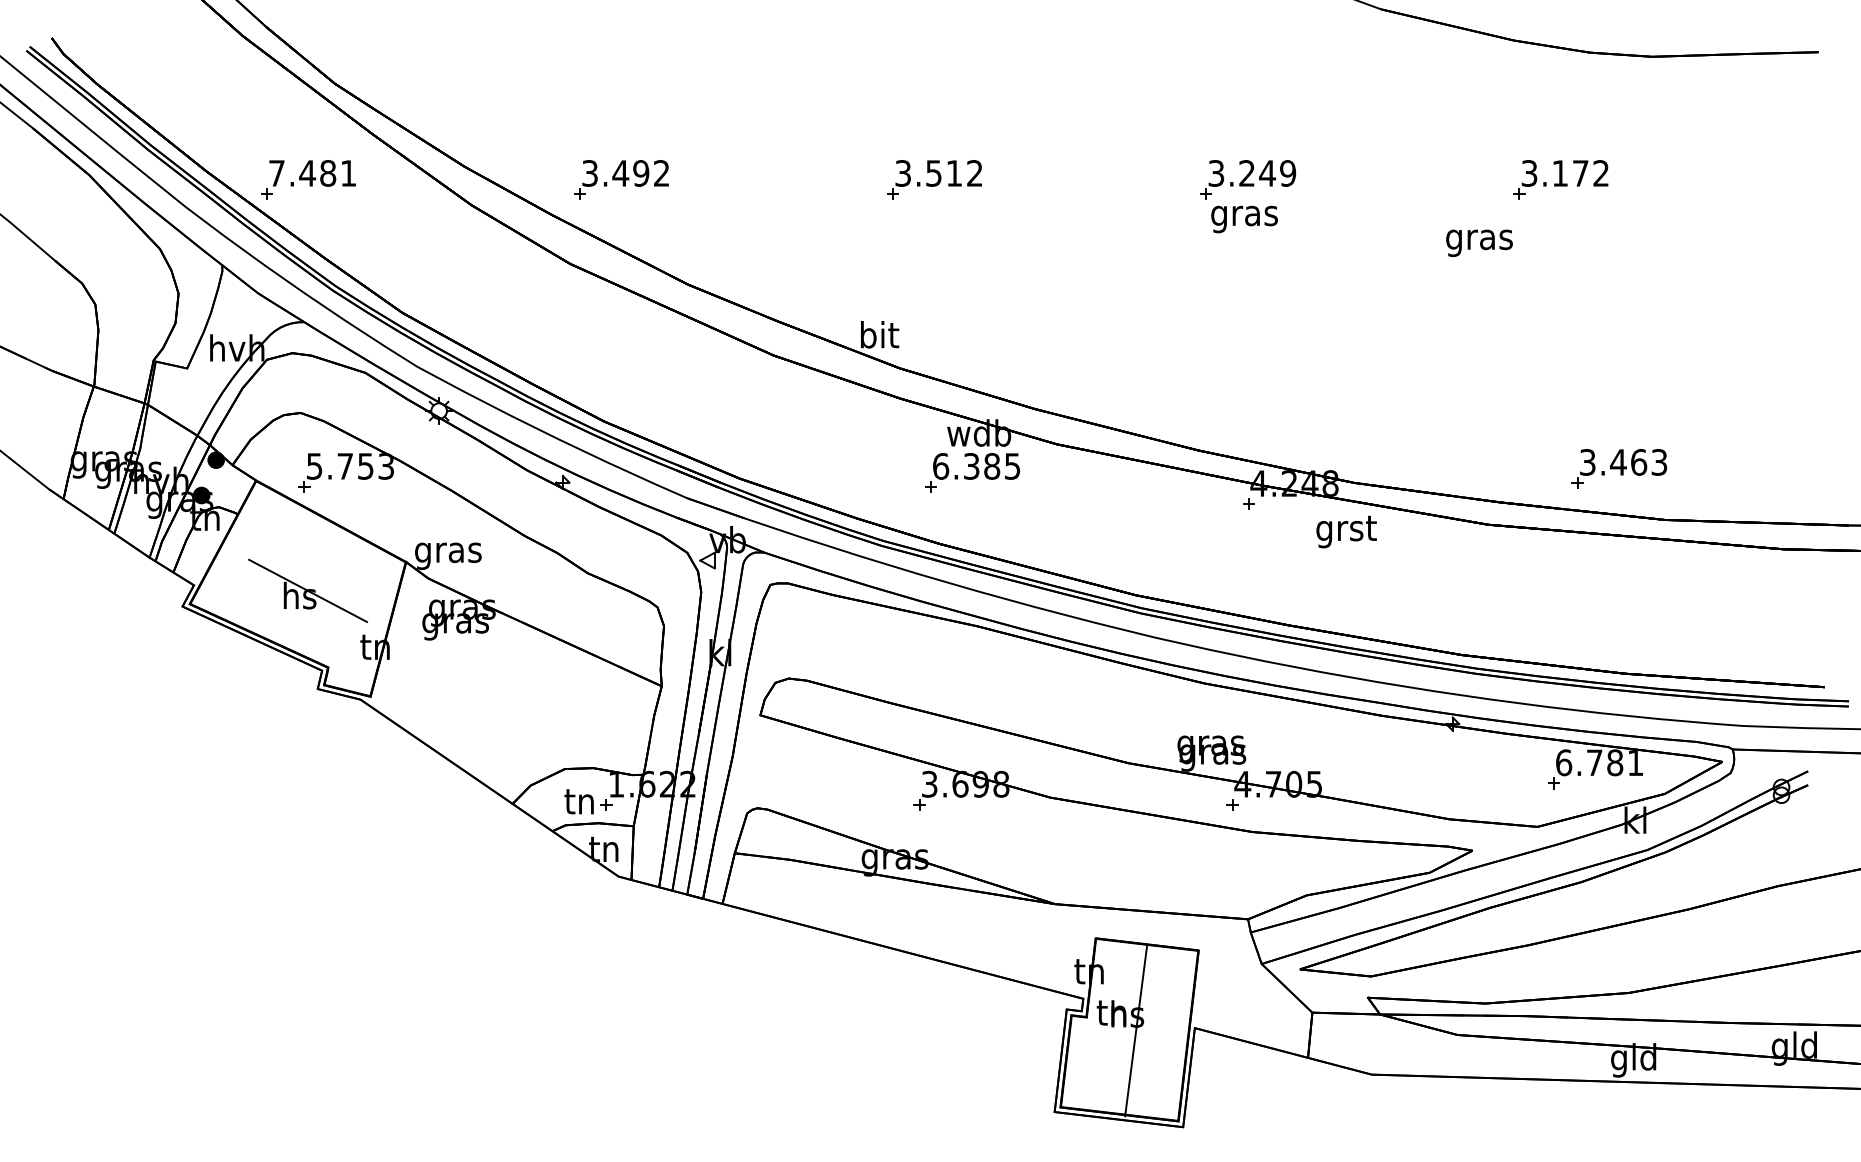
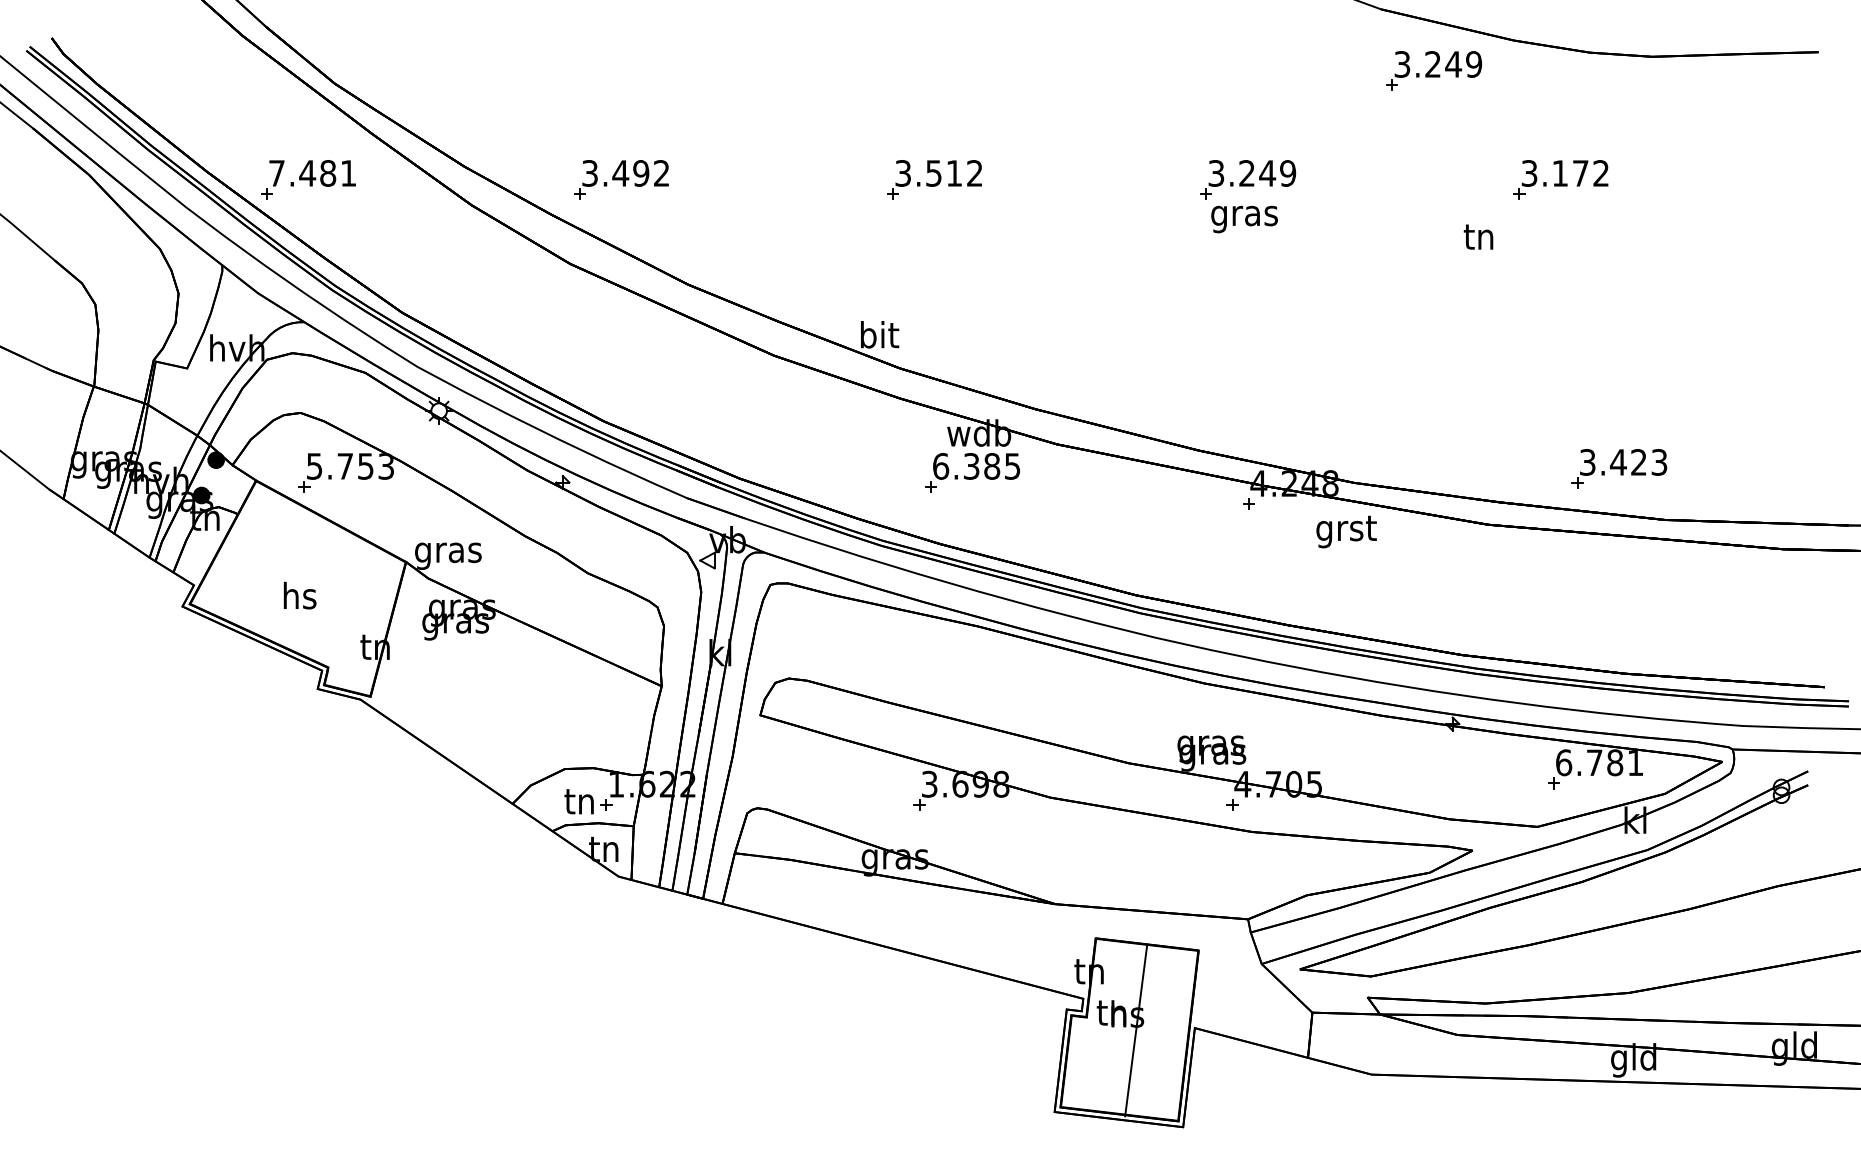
part at (1434, 70): none -> present
text at (1479, 240): gras -> tn
text at (1639, 462): 3.463 -> 3.423
line at (308, 590): present -> none
